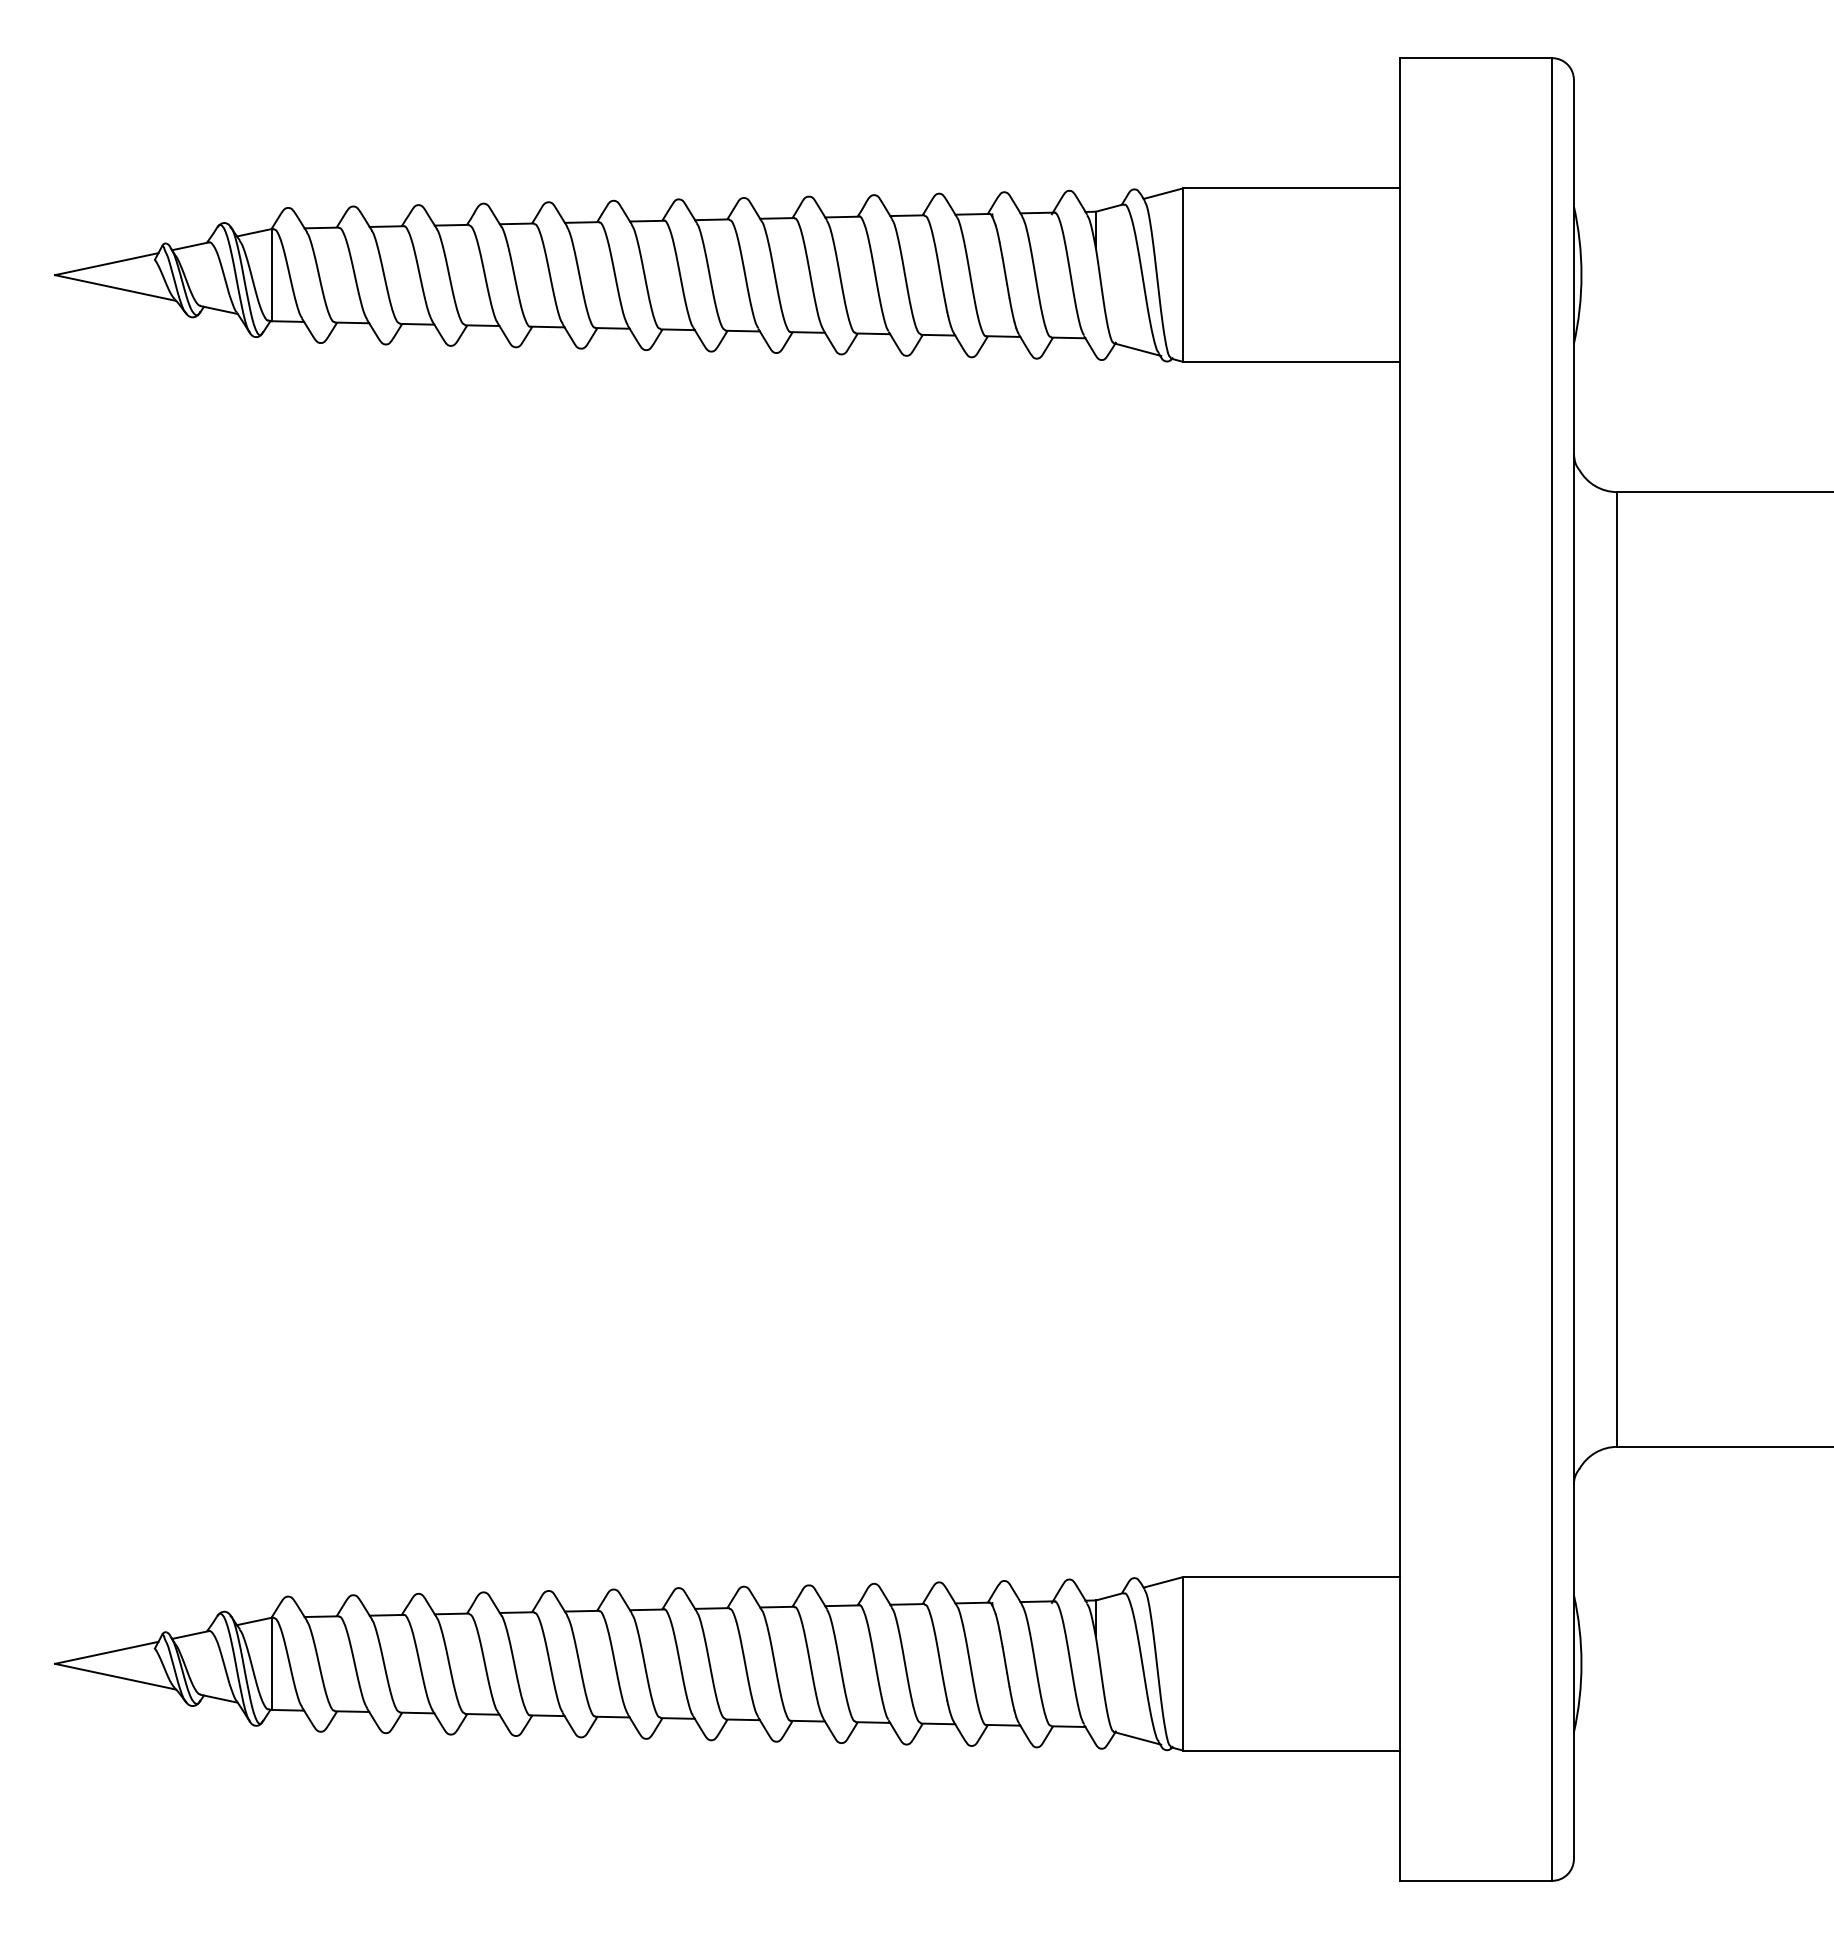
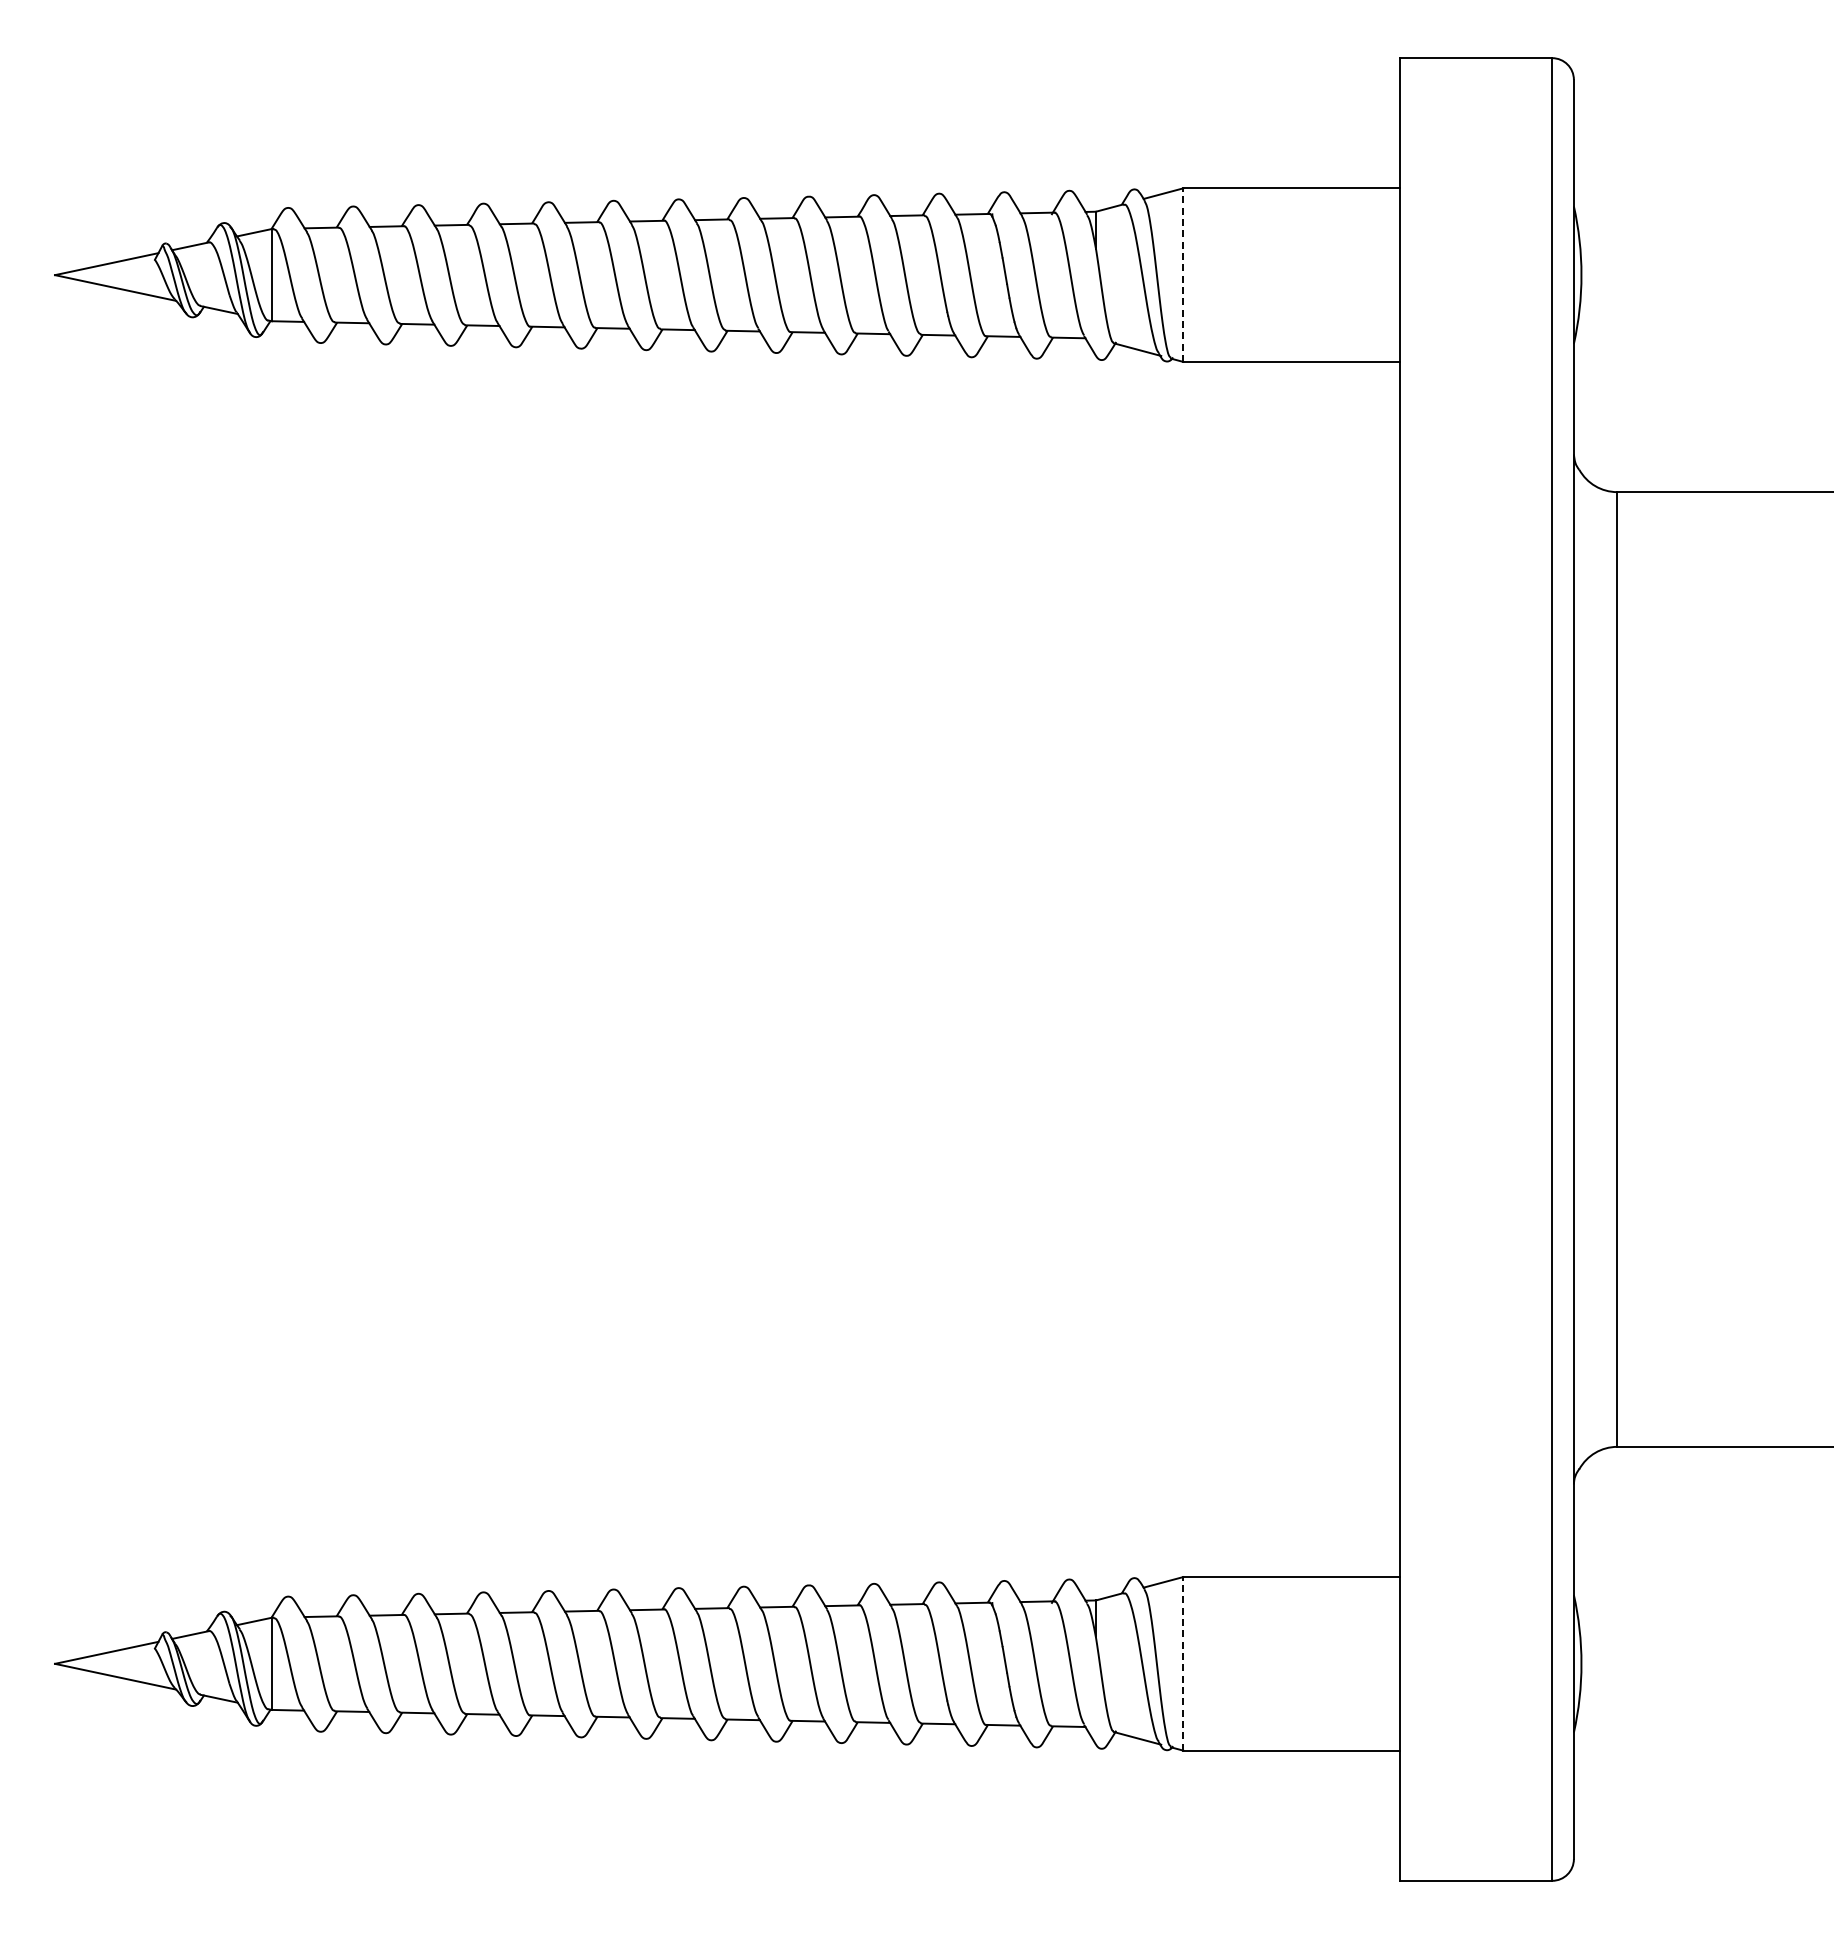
line at (1183, 275): solid -> dashed
line at (1183, 1663): solid -> dashed
